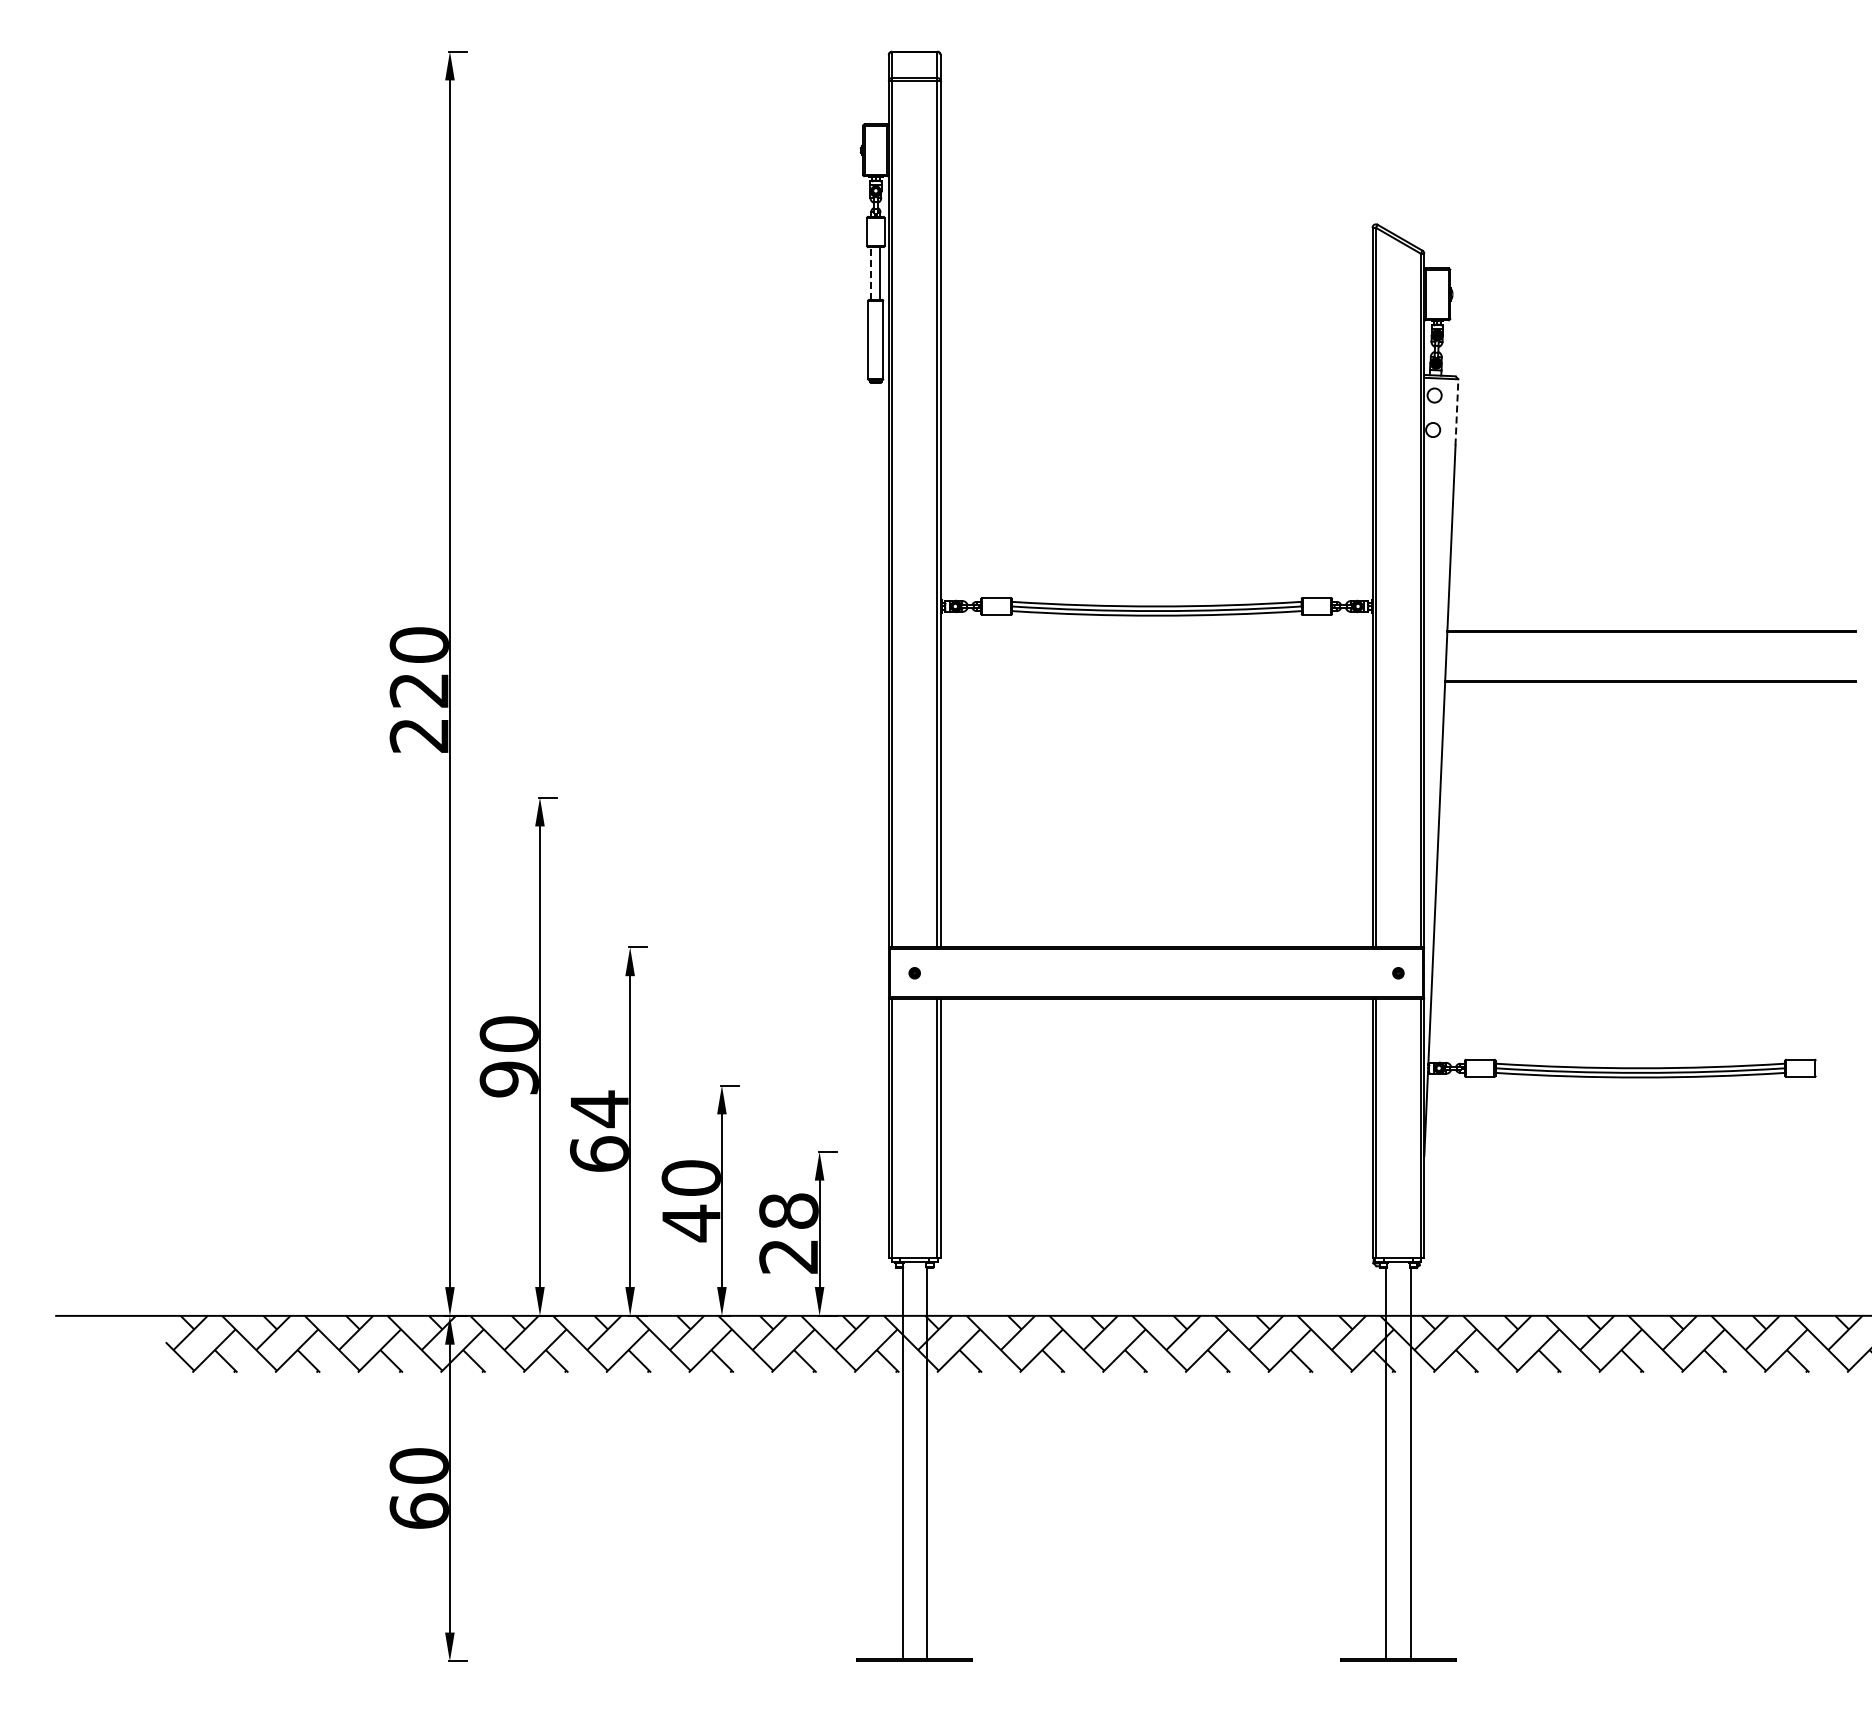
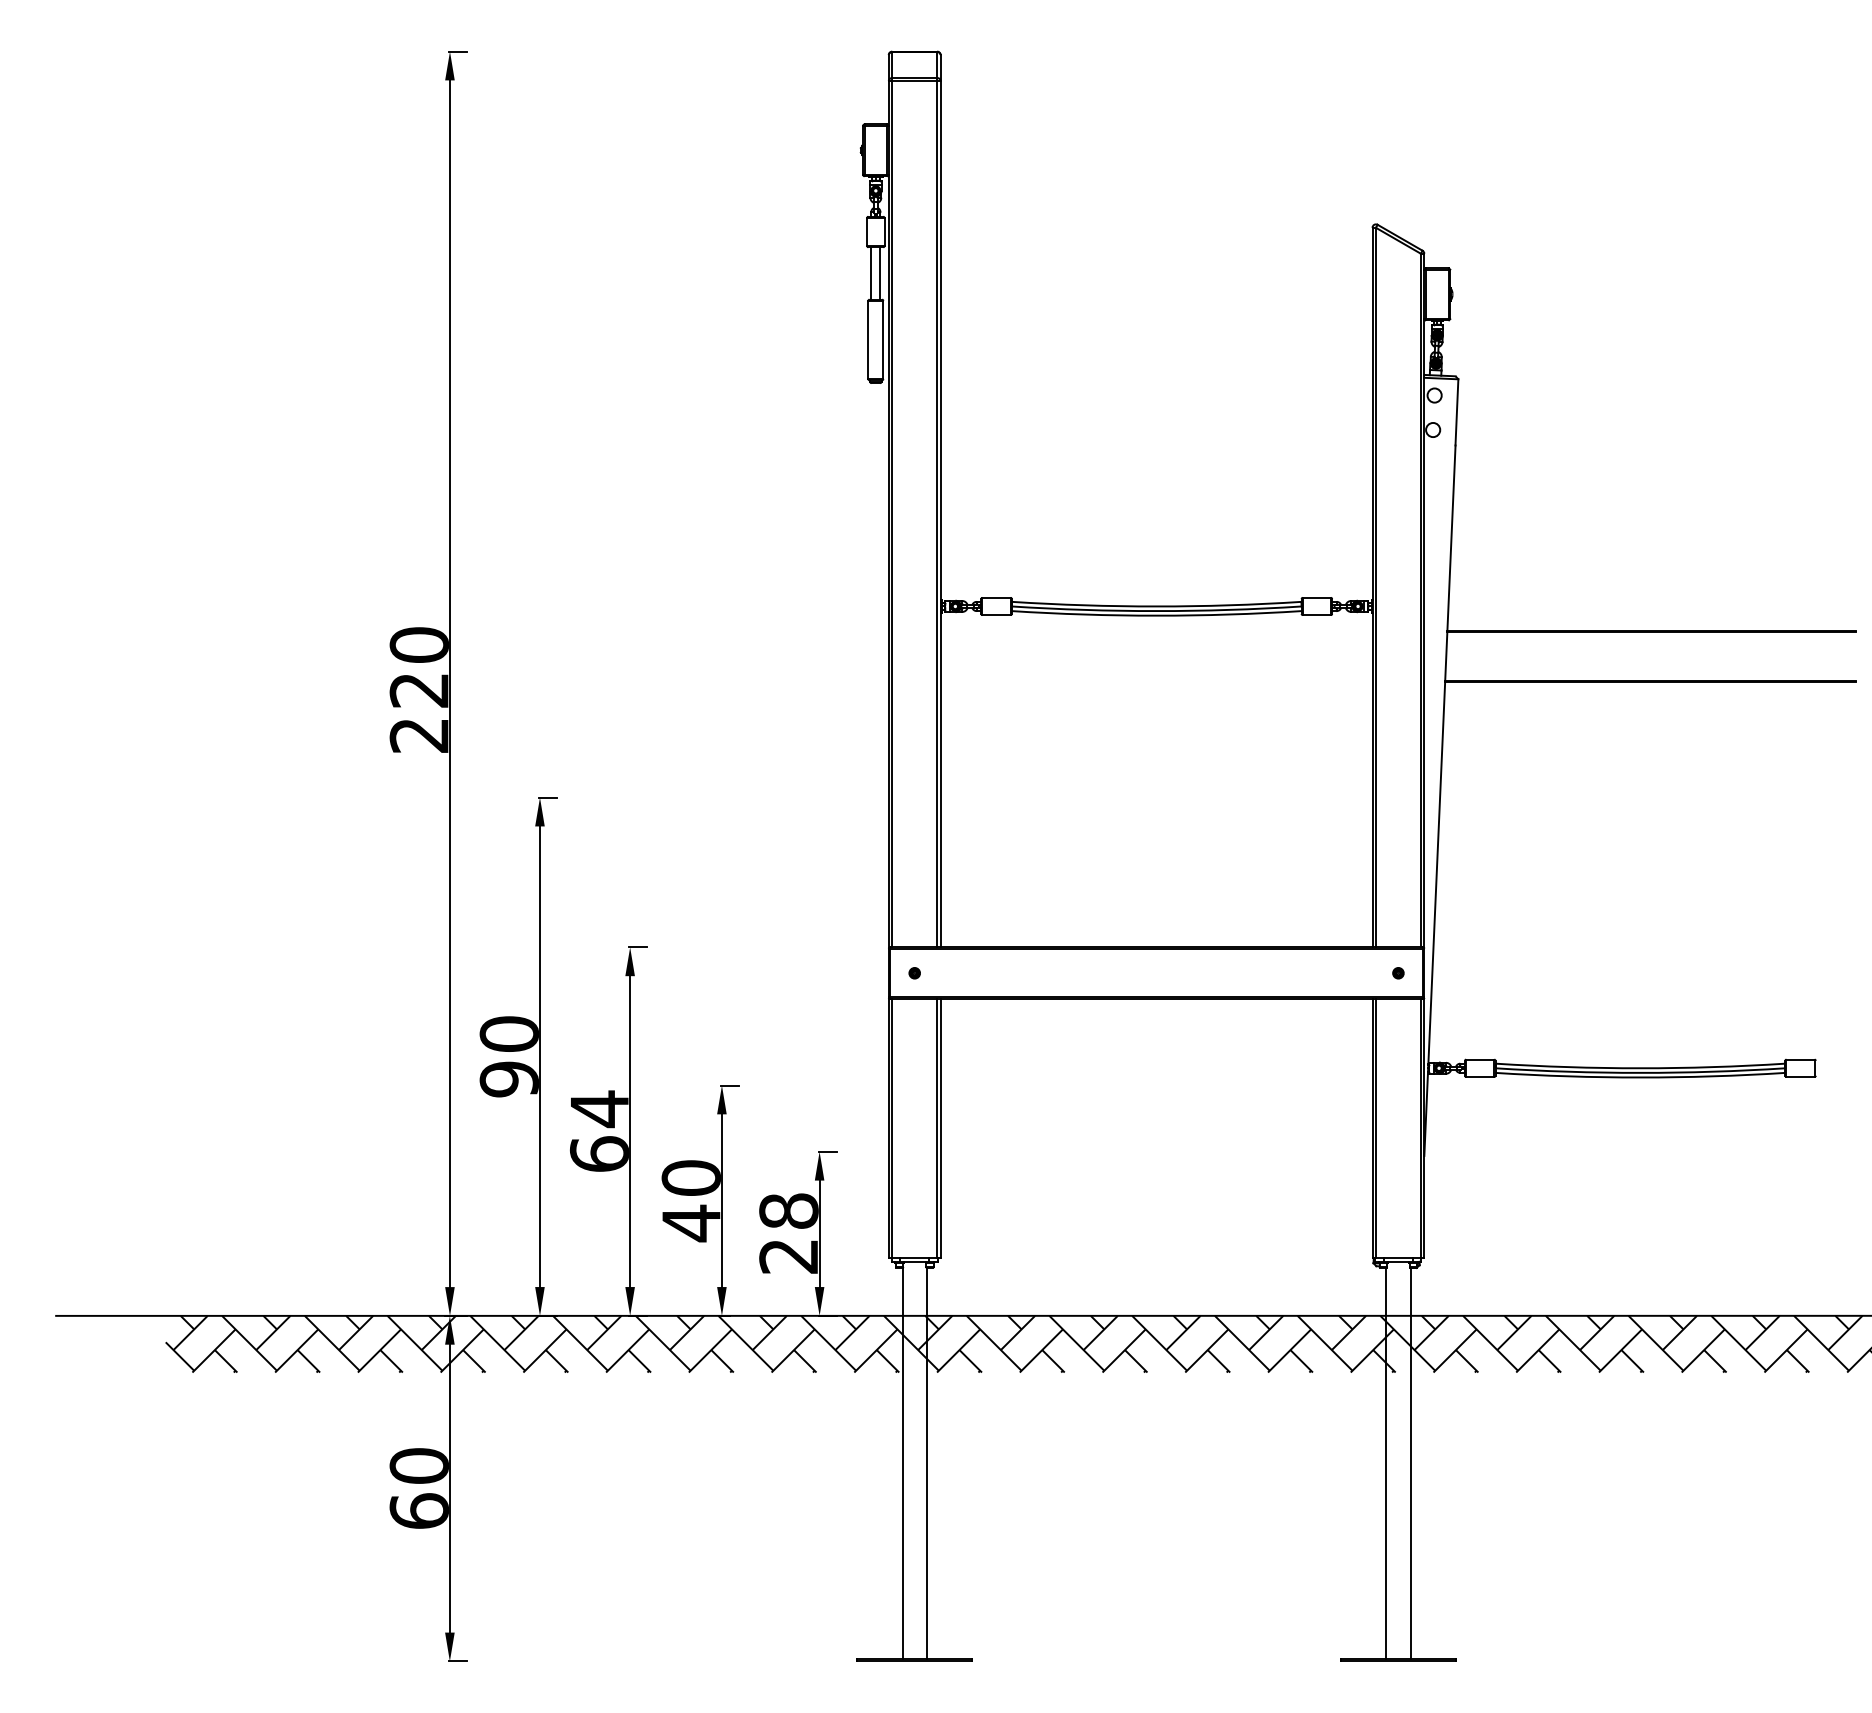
line at (871, 272): dashed -> solid
line at (1456, 411): dashed -> solid
